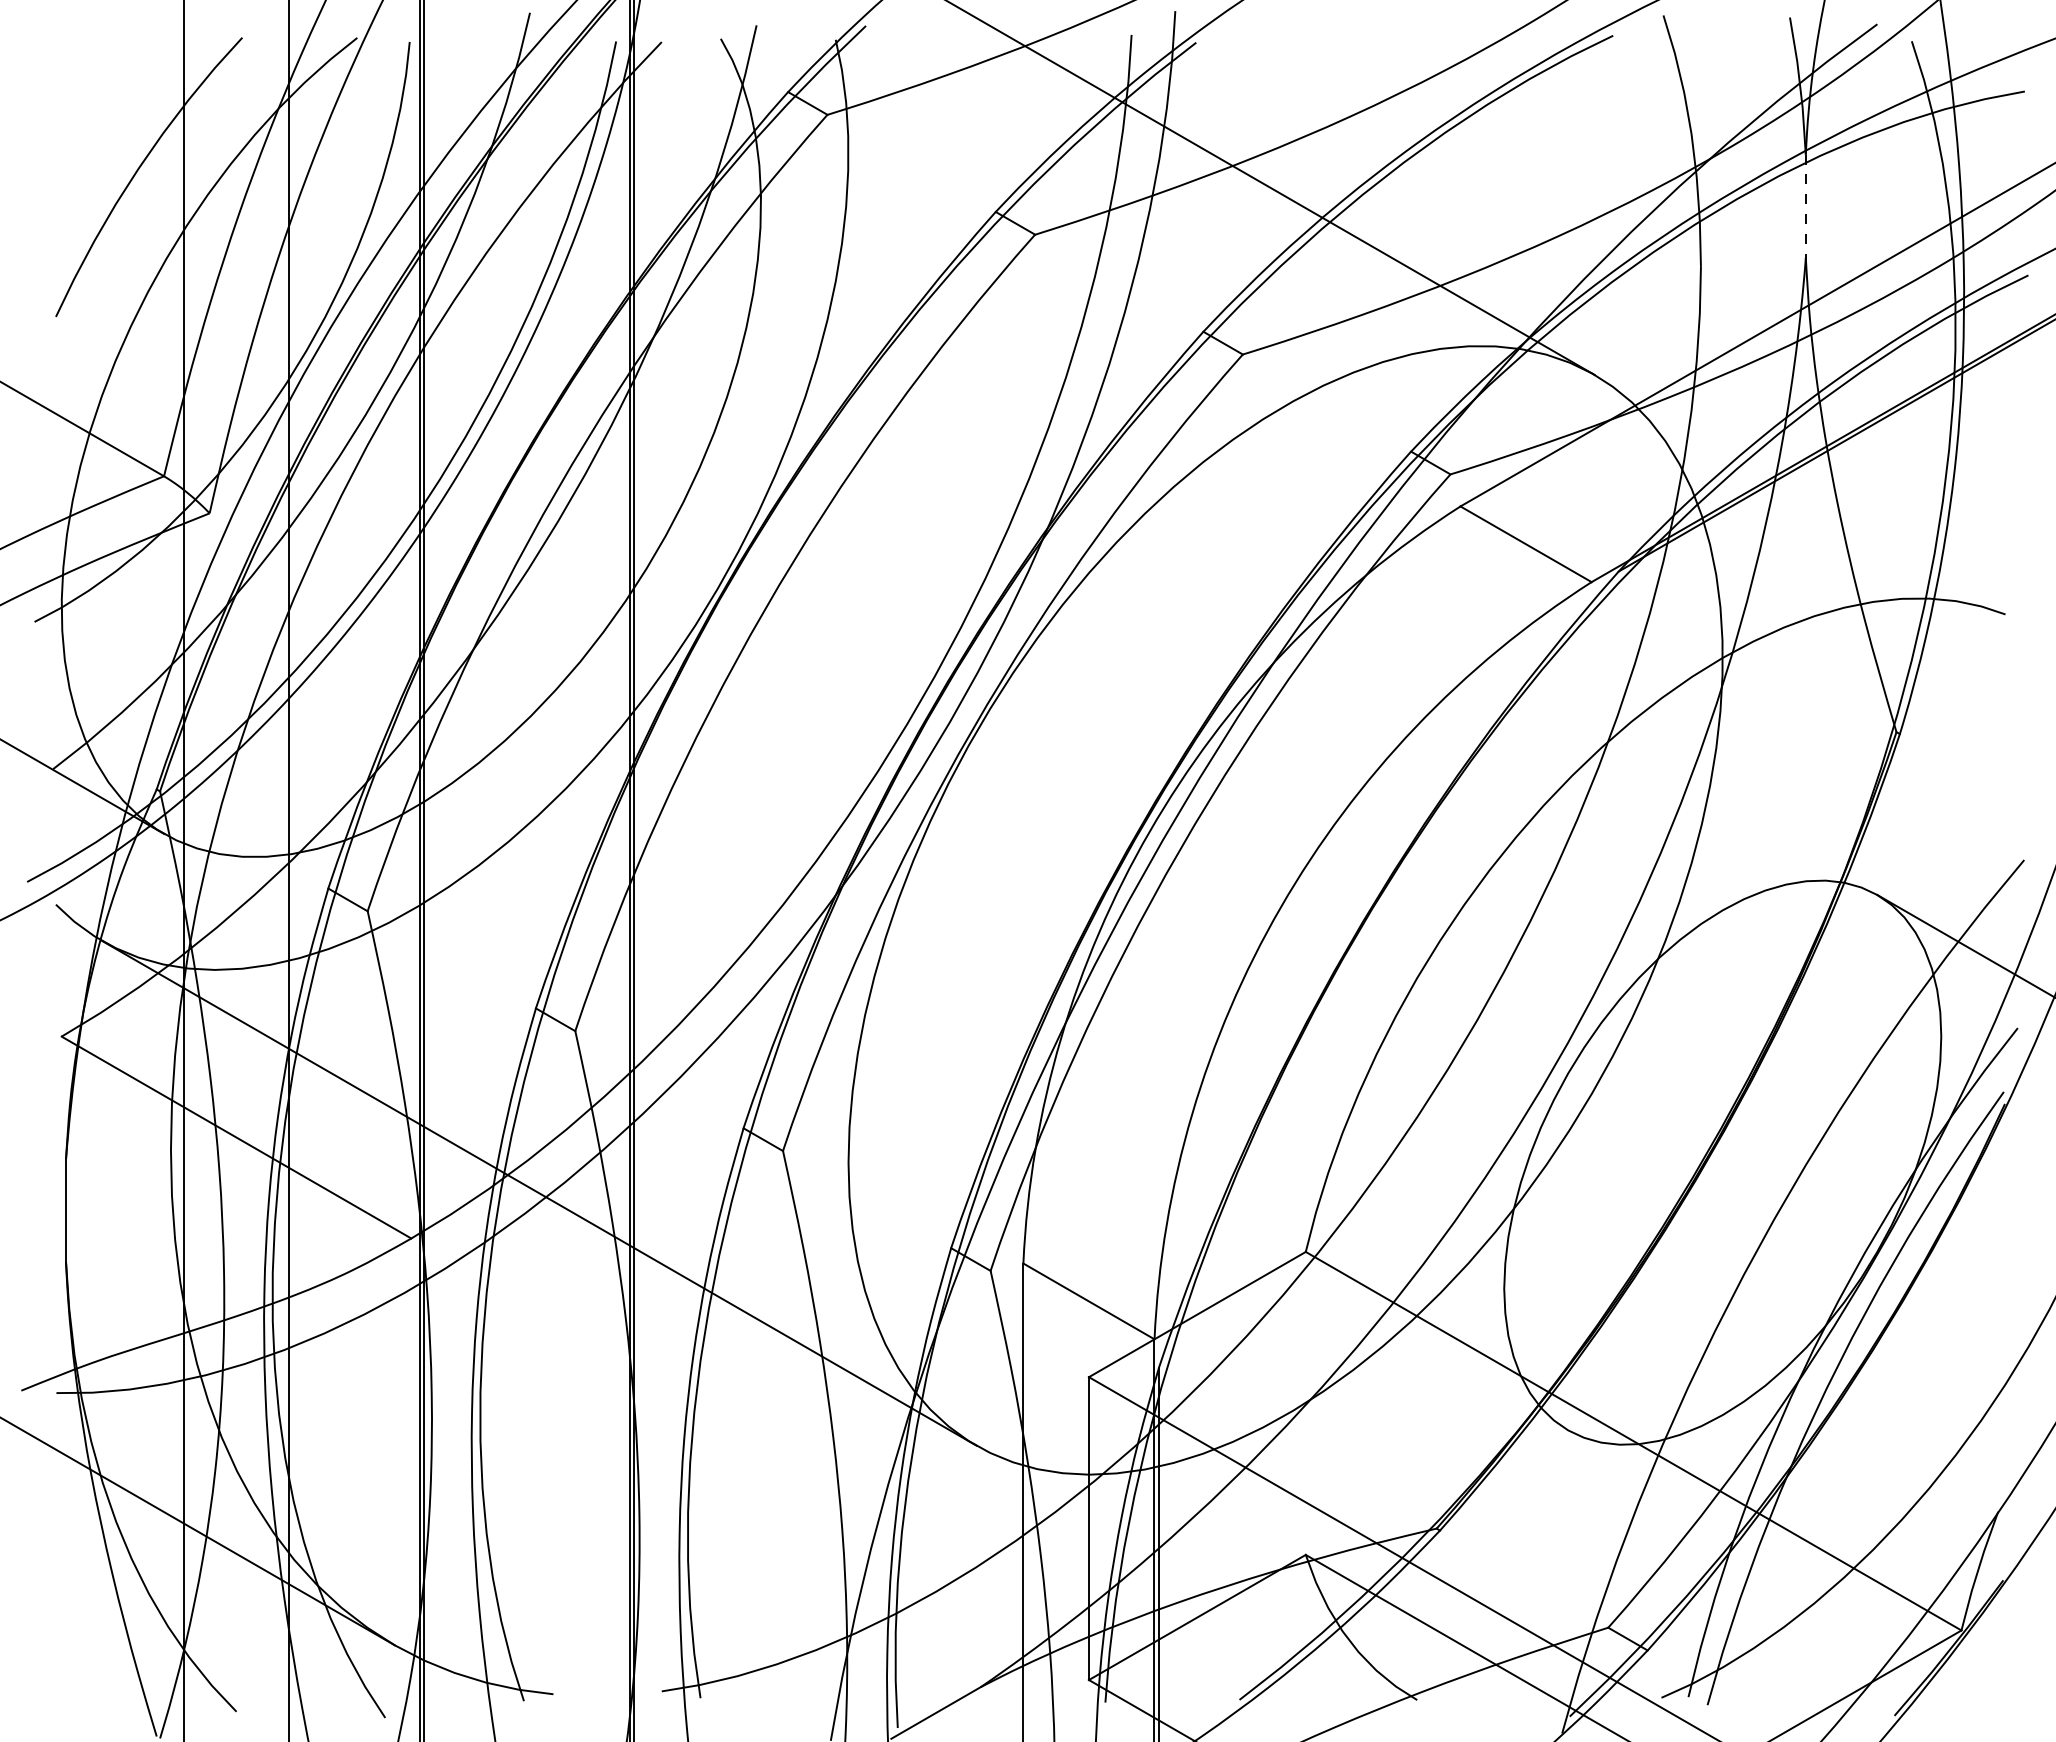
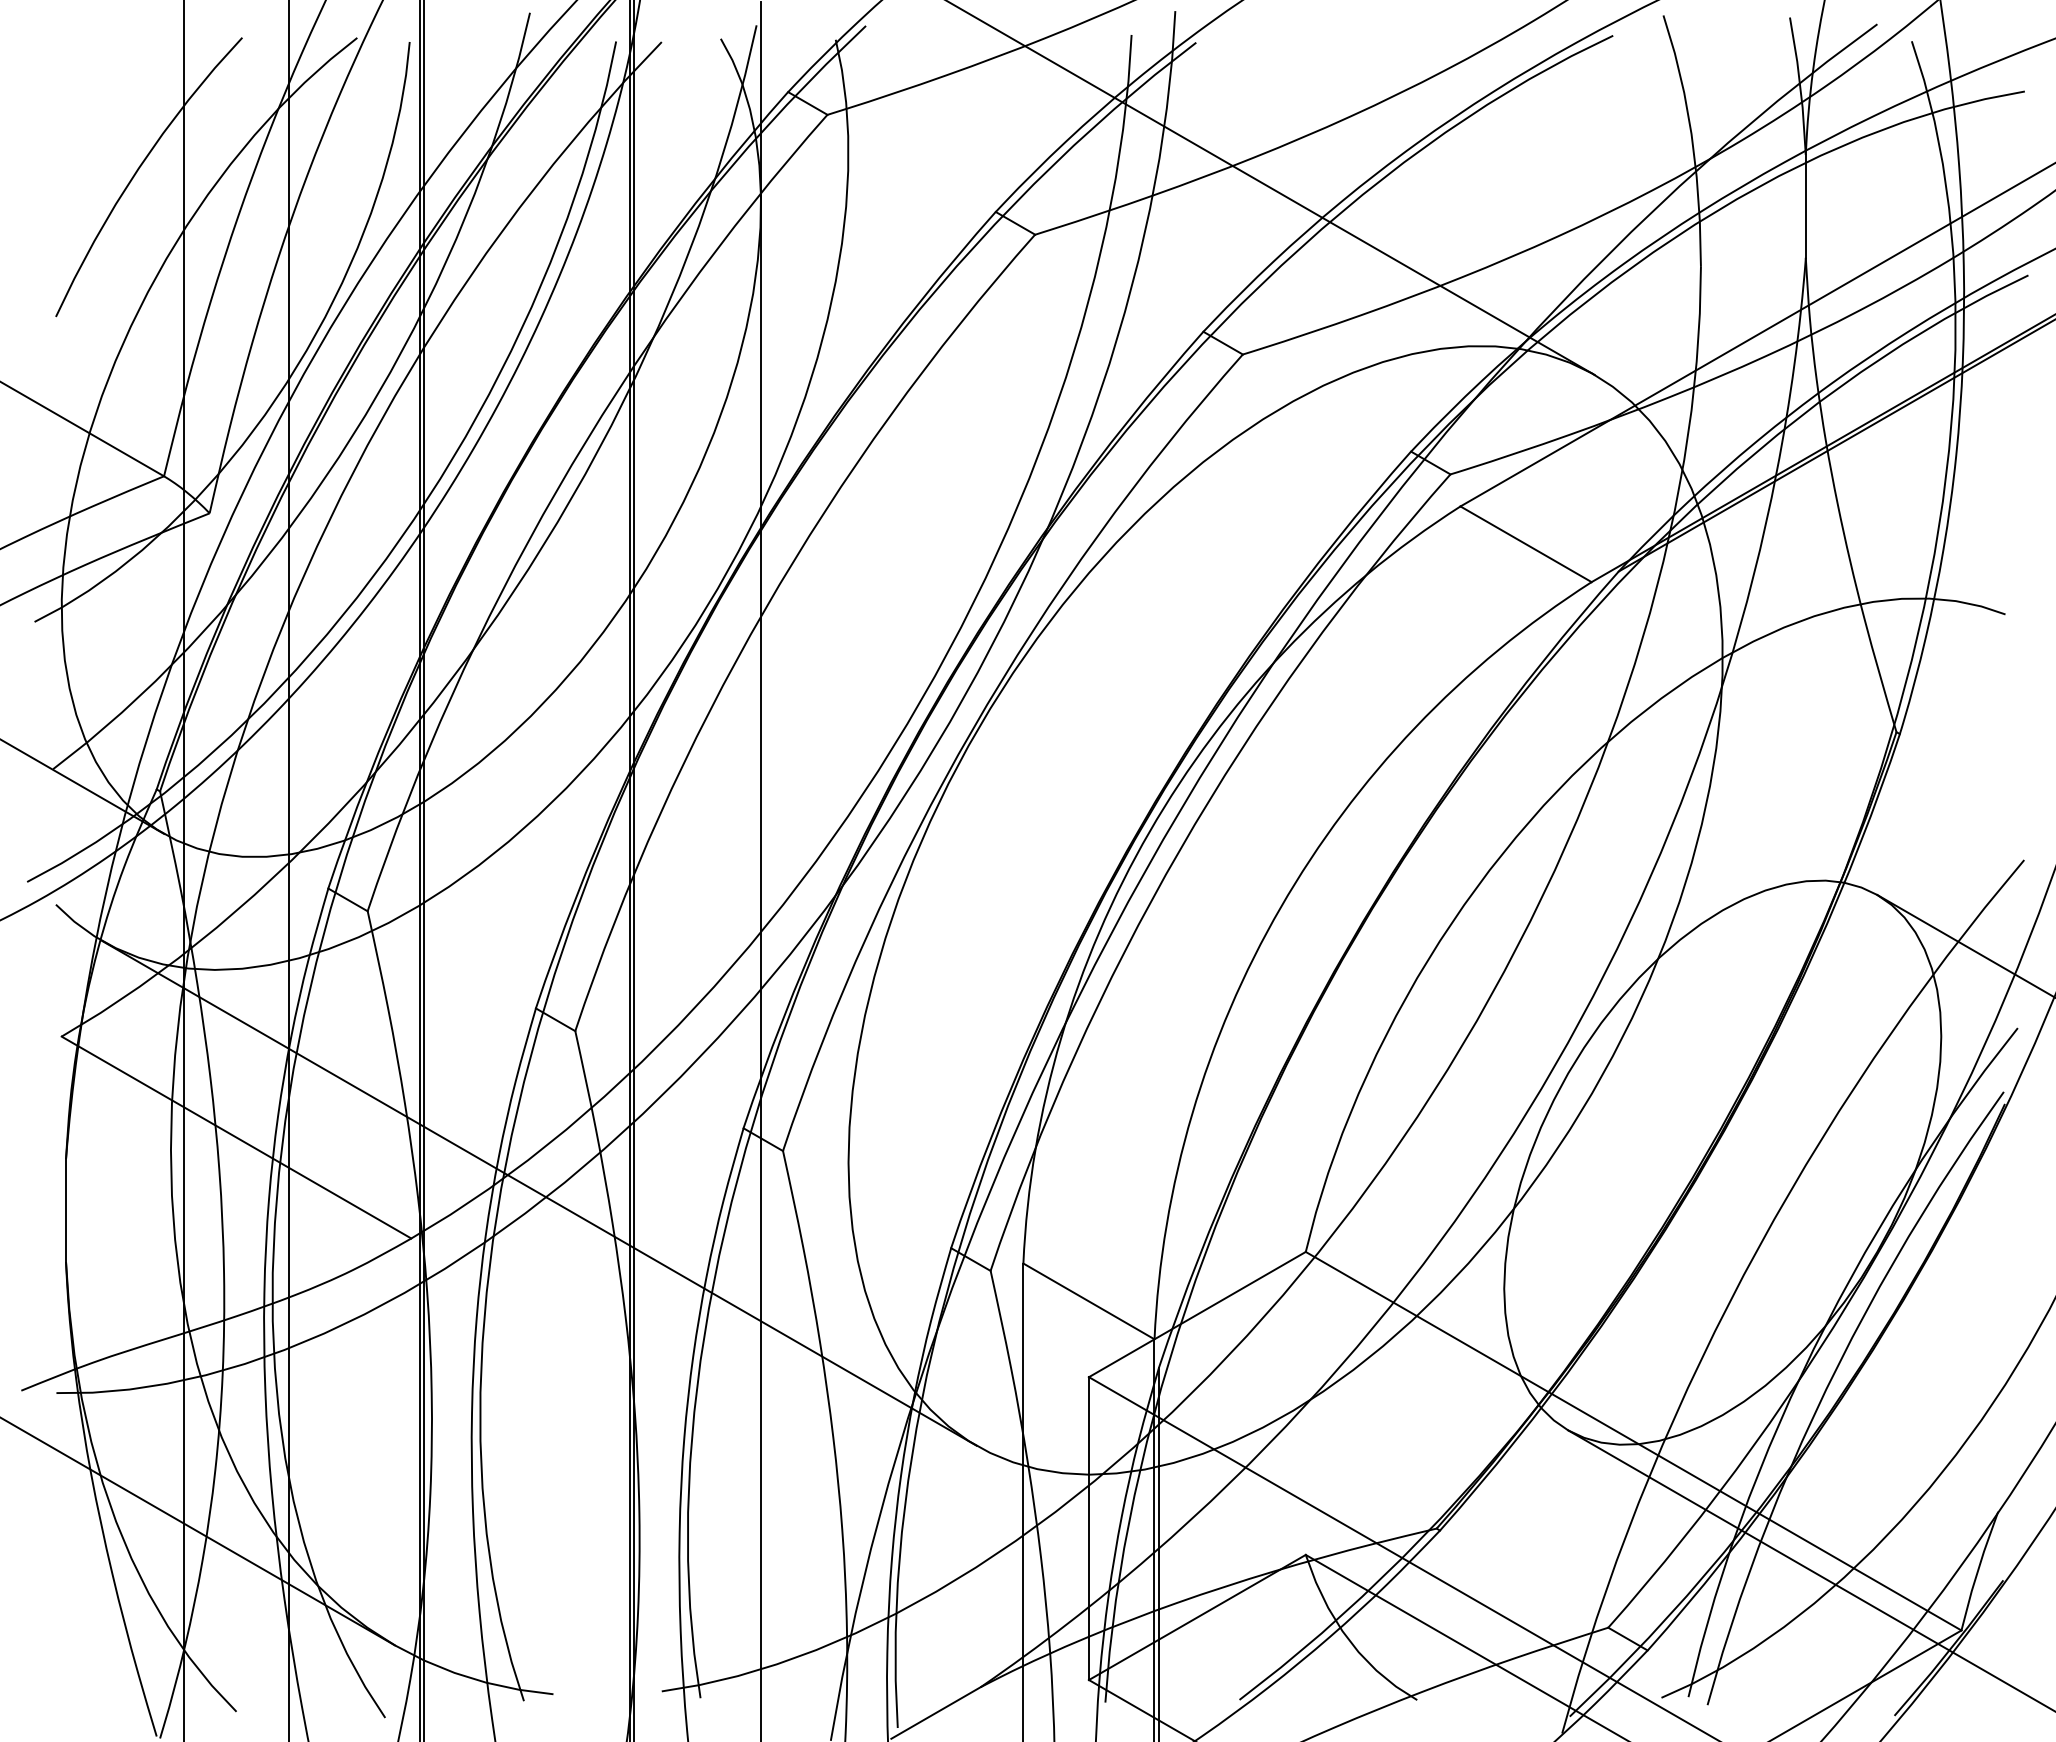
line at (1805, 206): dashed -> solid
line at (761, 870): none -> present
line at (1810, 1569): none -> present
